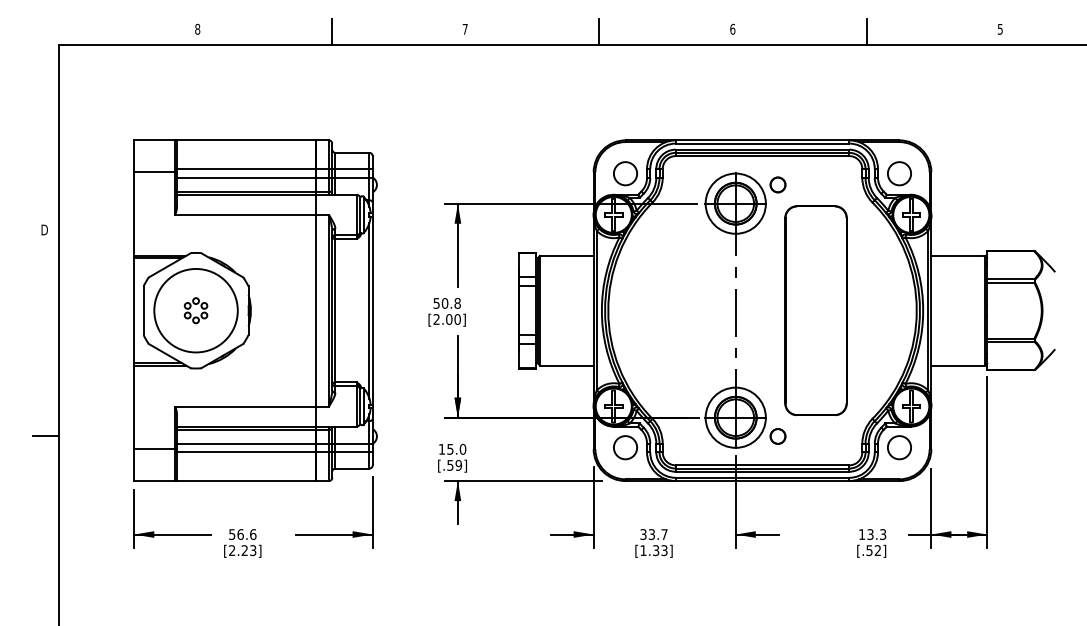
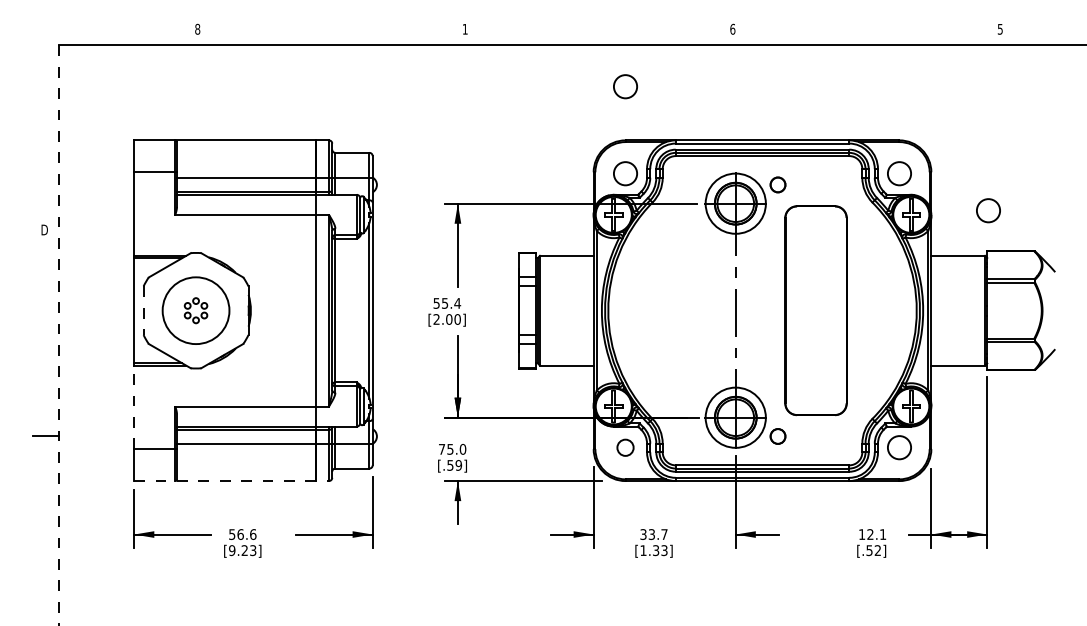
text at (464, 29): 7 -> 1
line at (331, 31): present -> none
line at (599, 31): present -> none
line at (866, 31): present -> none
circle at (625, 86): none -> present
line at (274, 169): present -> none
circle at (988, 210): none -> present
text at (451, 303): 50.8 -> 55.4
circle at (195, 310) diameter: 83 px -> 67 px
line at (143, 311): solid -> dashed
line at (59, 335): solid -> dashed
line at (134, 407): solid -> dashed
circle at (625, 447) size: 25x26 px -> 19x19 px
text at (442, 449): 15.0 -> 75.0
line at (274, 452): present -> none
line at (232, 481): solid -> dashed
text at (876, 534): 13.3 -> 12.1
text at (232, 550): [2.23] -> [9.23]
